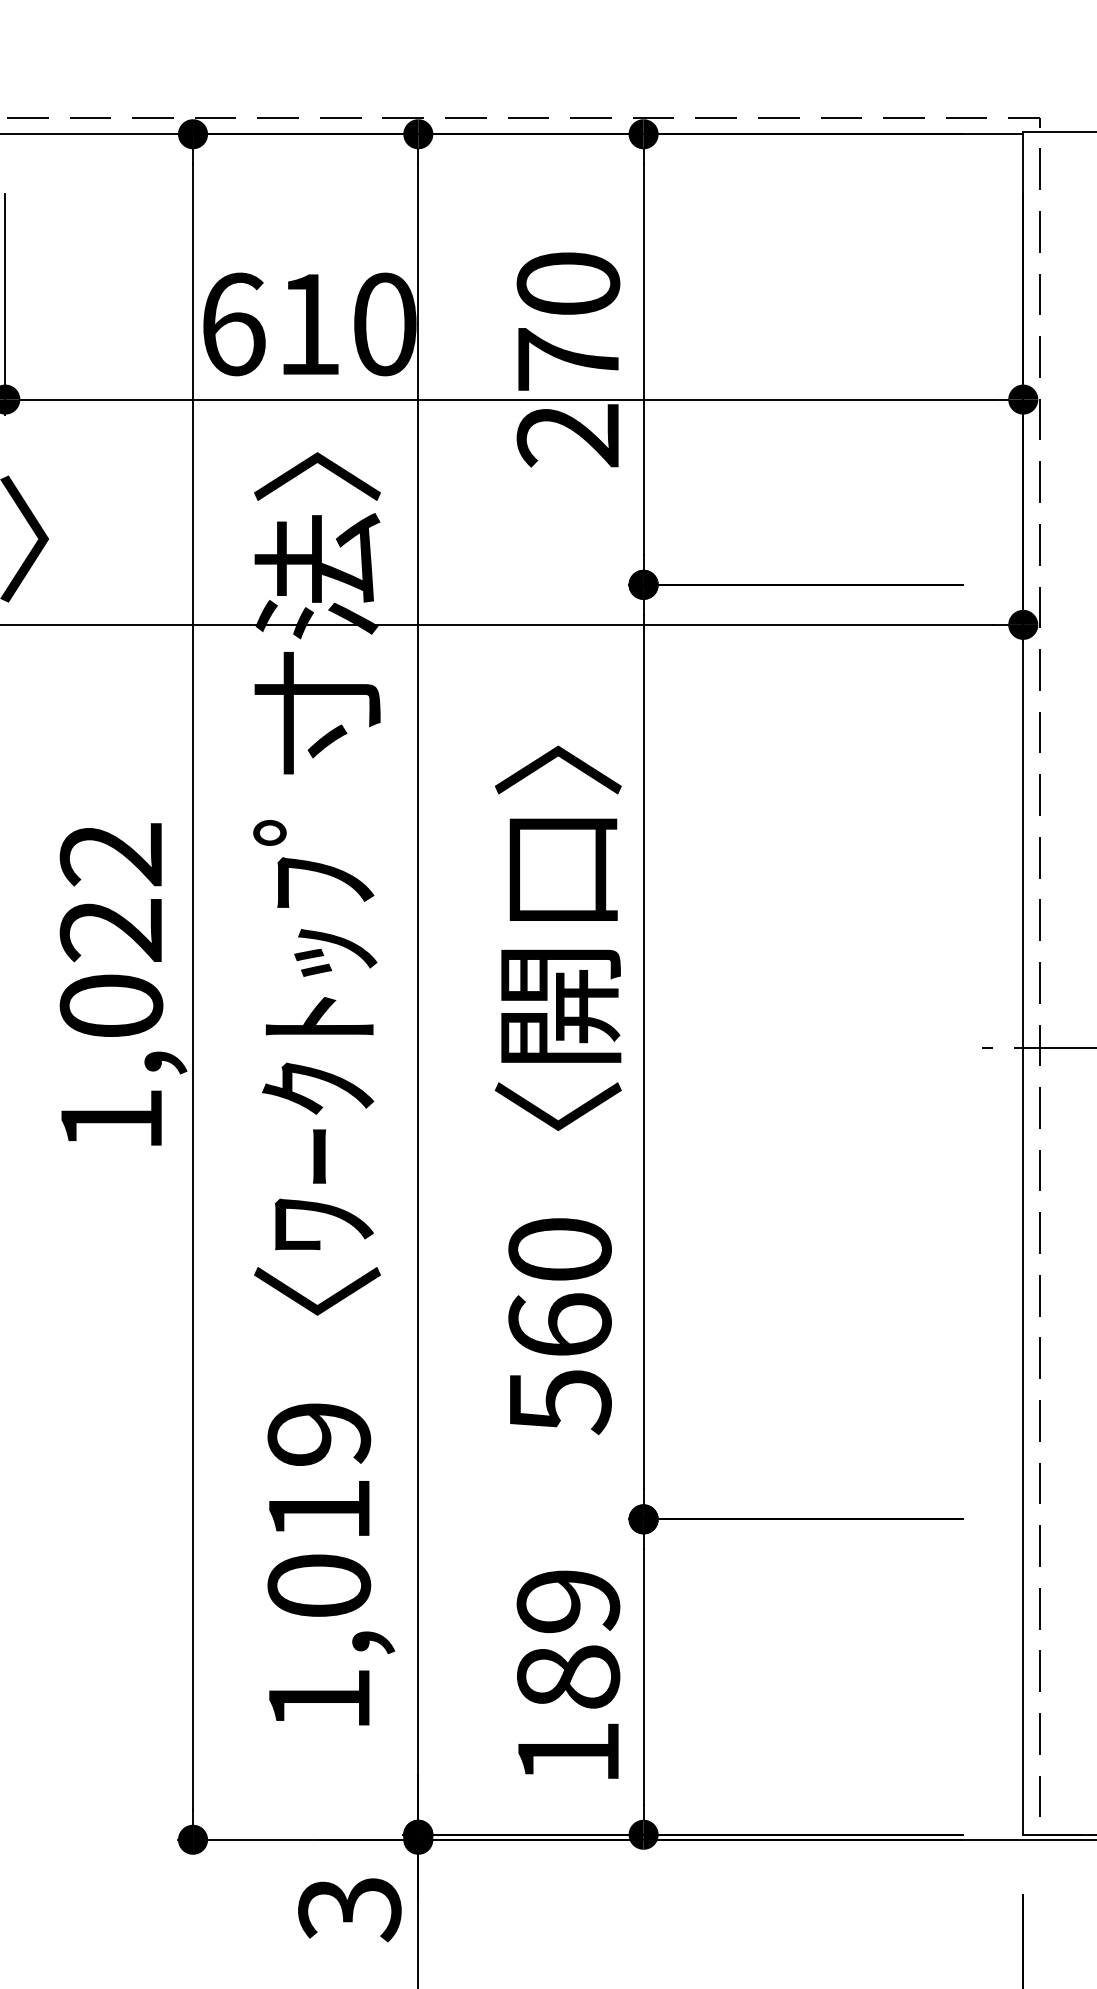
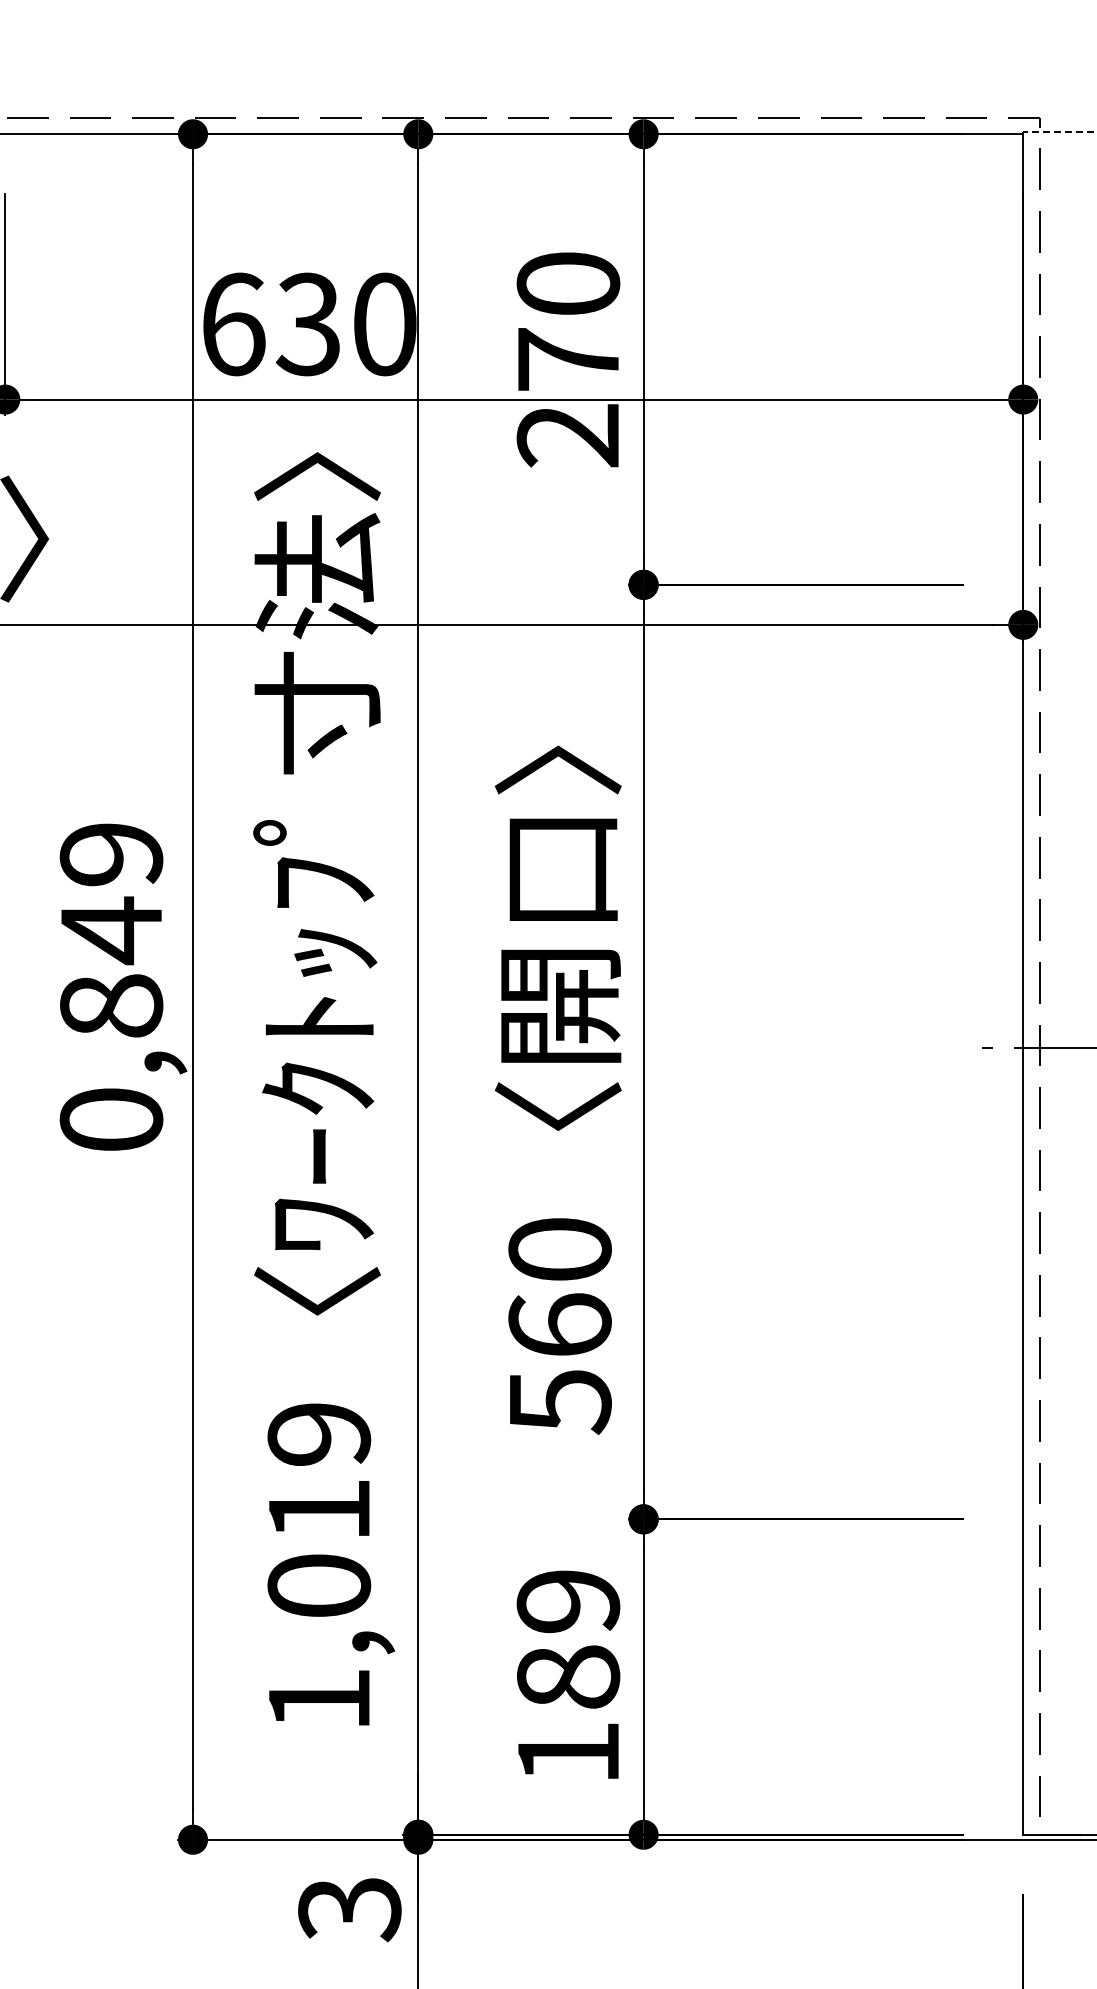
line at (1058, 131): solid -> dashed
text at (307, 324): 610 -> 630
text at (111, 986): 1,022 -> 0,849
